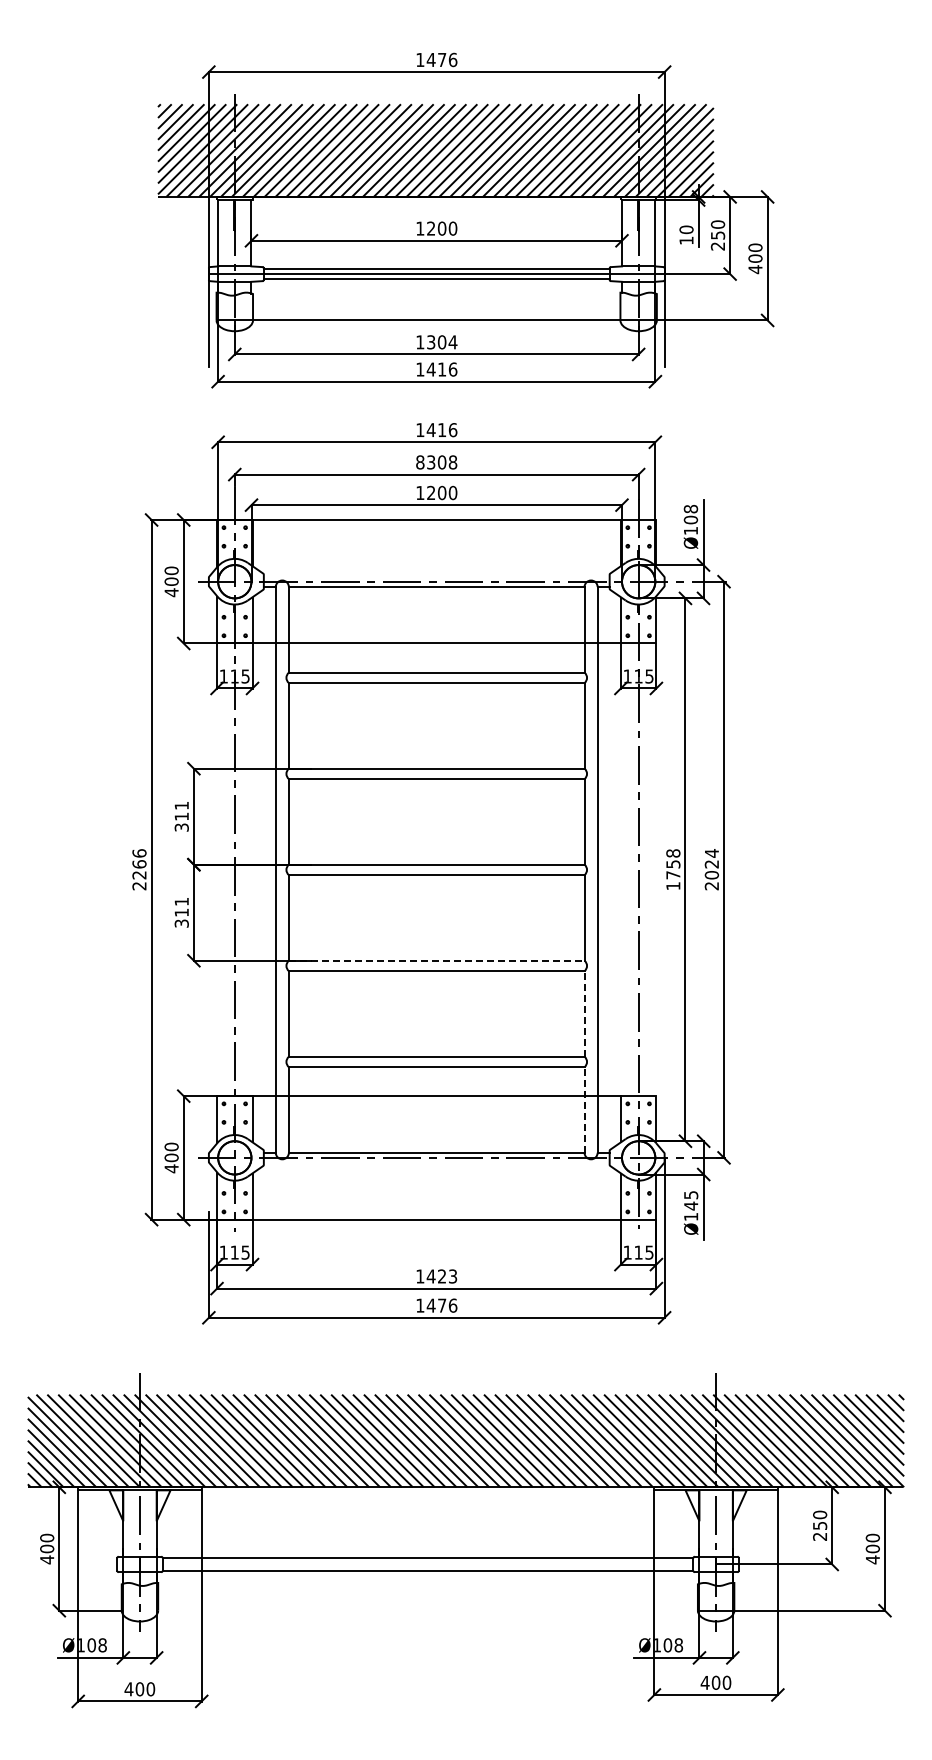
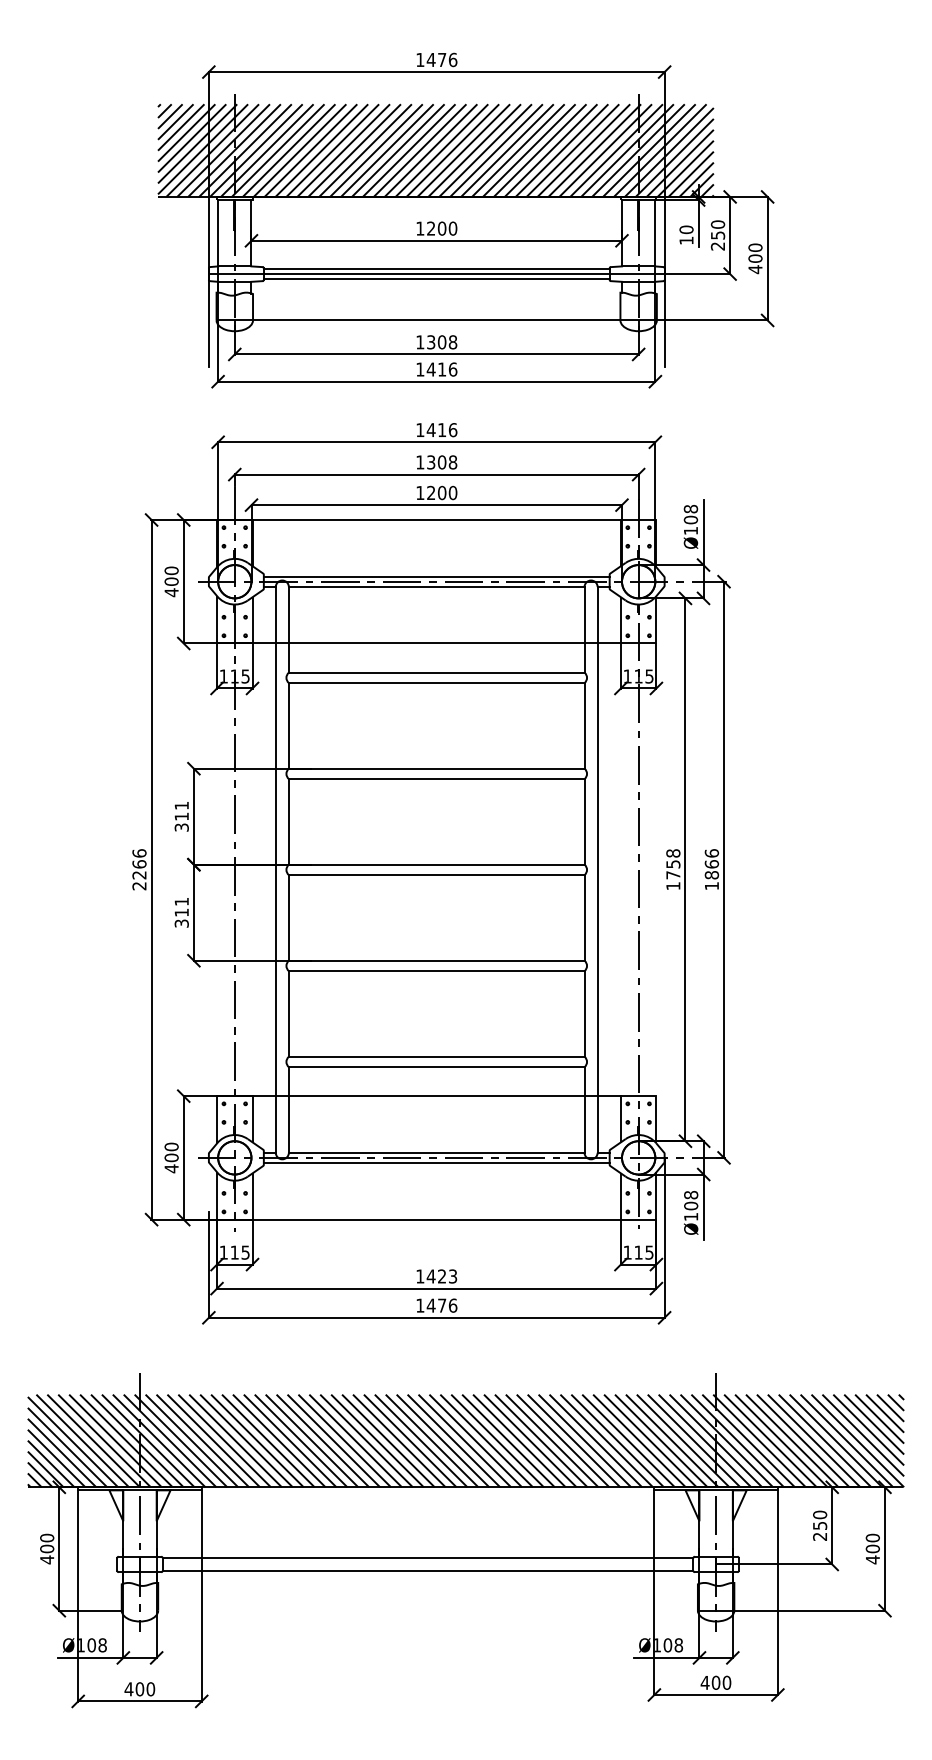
text at (452, 342): 1304 -> 1308
text at (420, 462): 8308 -> 1308
line at (436, 576): none -> present
text at (711, 869): 2024 -> 1866
line at (436, 960): dashed -> solid
line at (584, 1013): dashed -> solid
line at (584, 1109): dashed -> solid
line at (436, 1163): none -> present
text at (691, 1200): Ø145 -> Ø108
